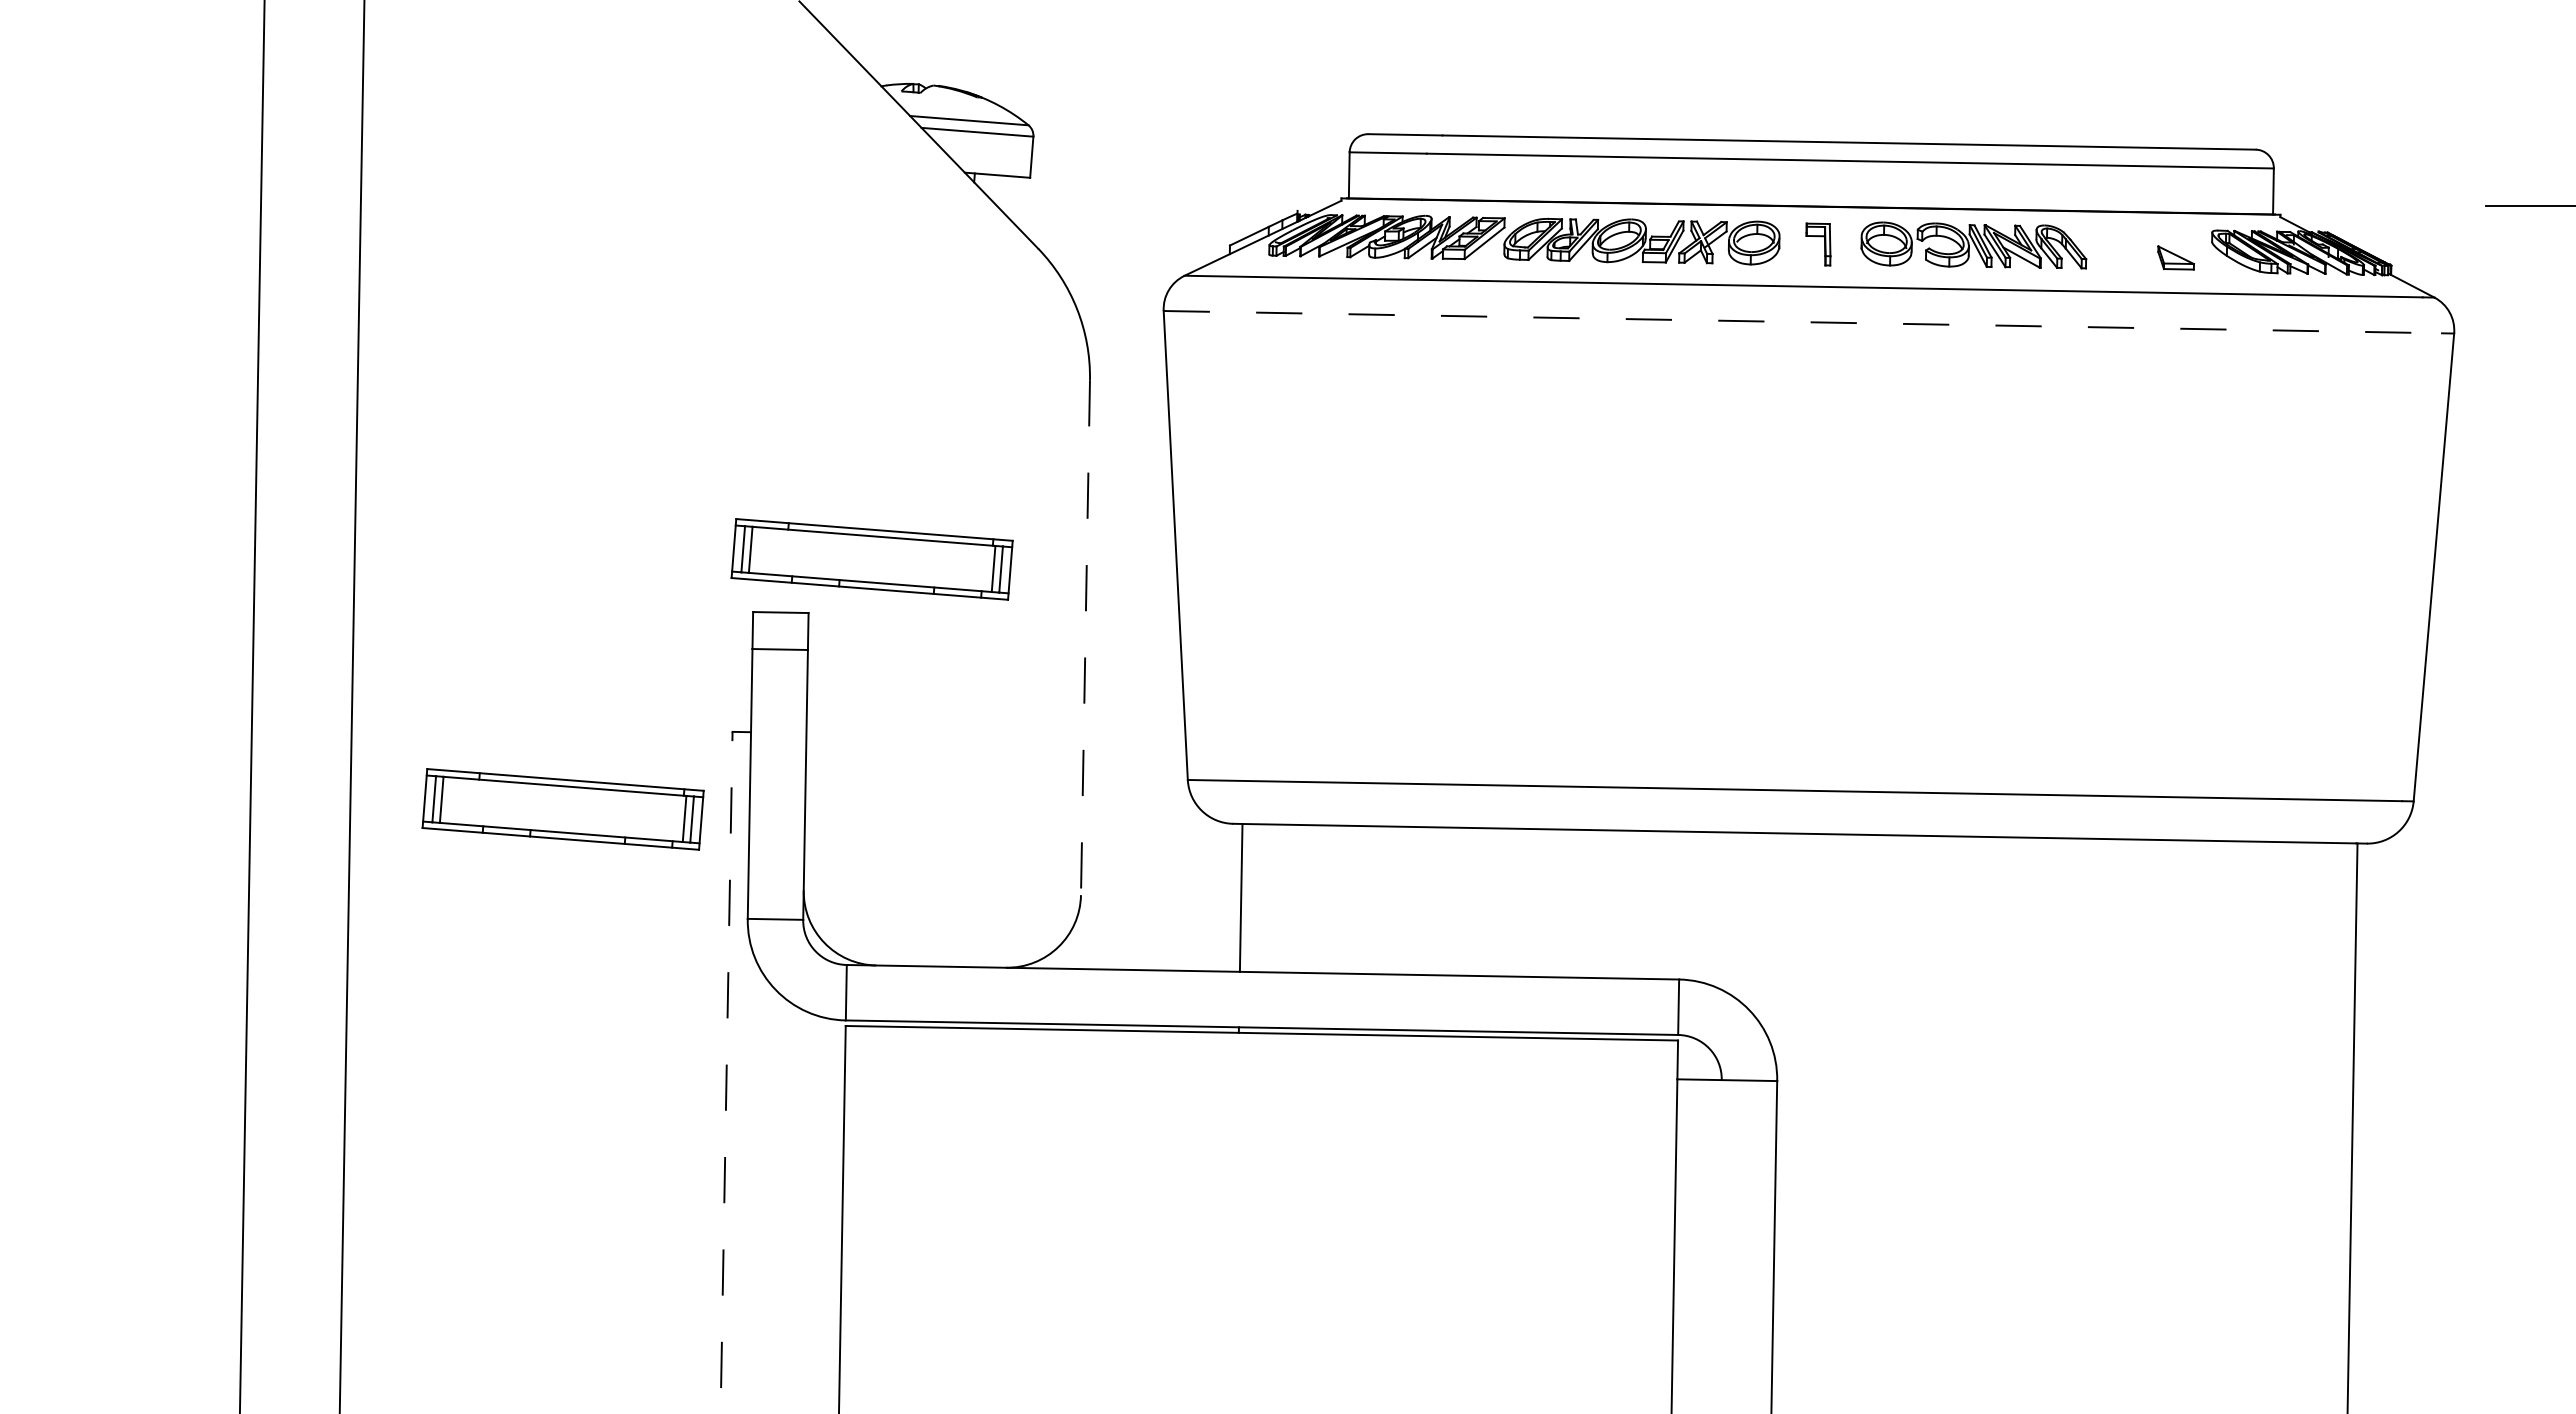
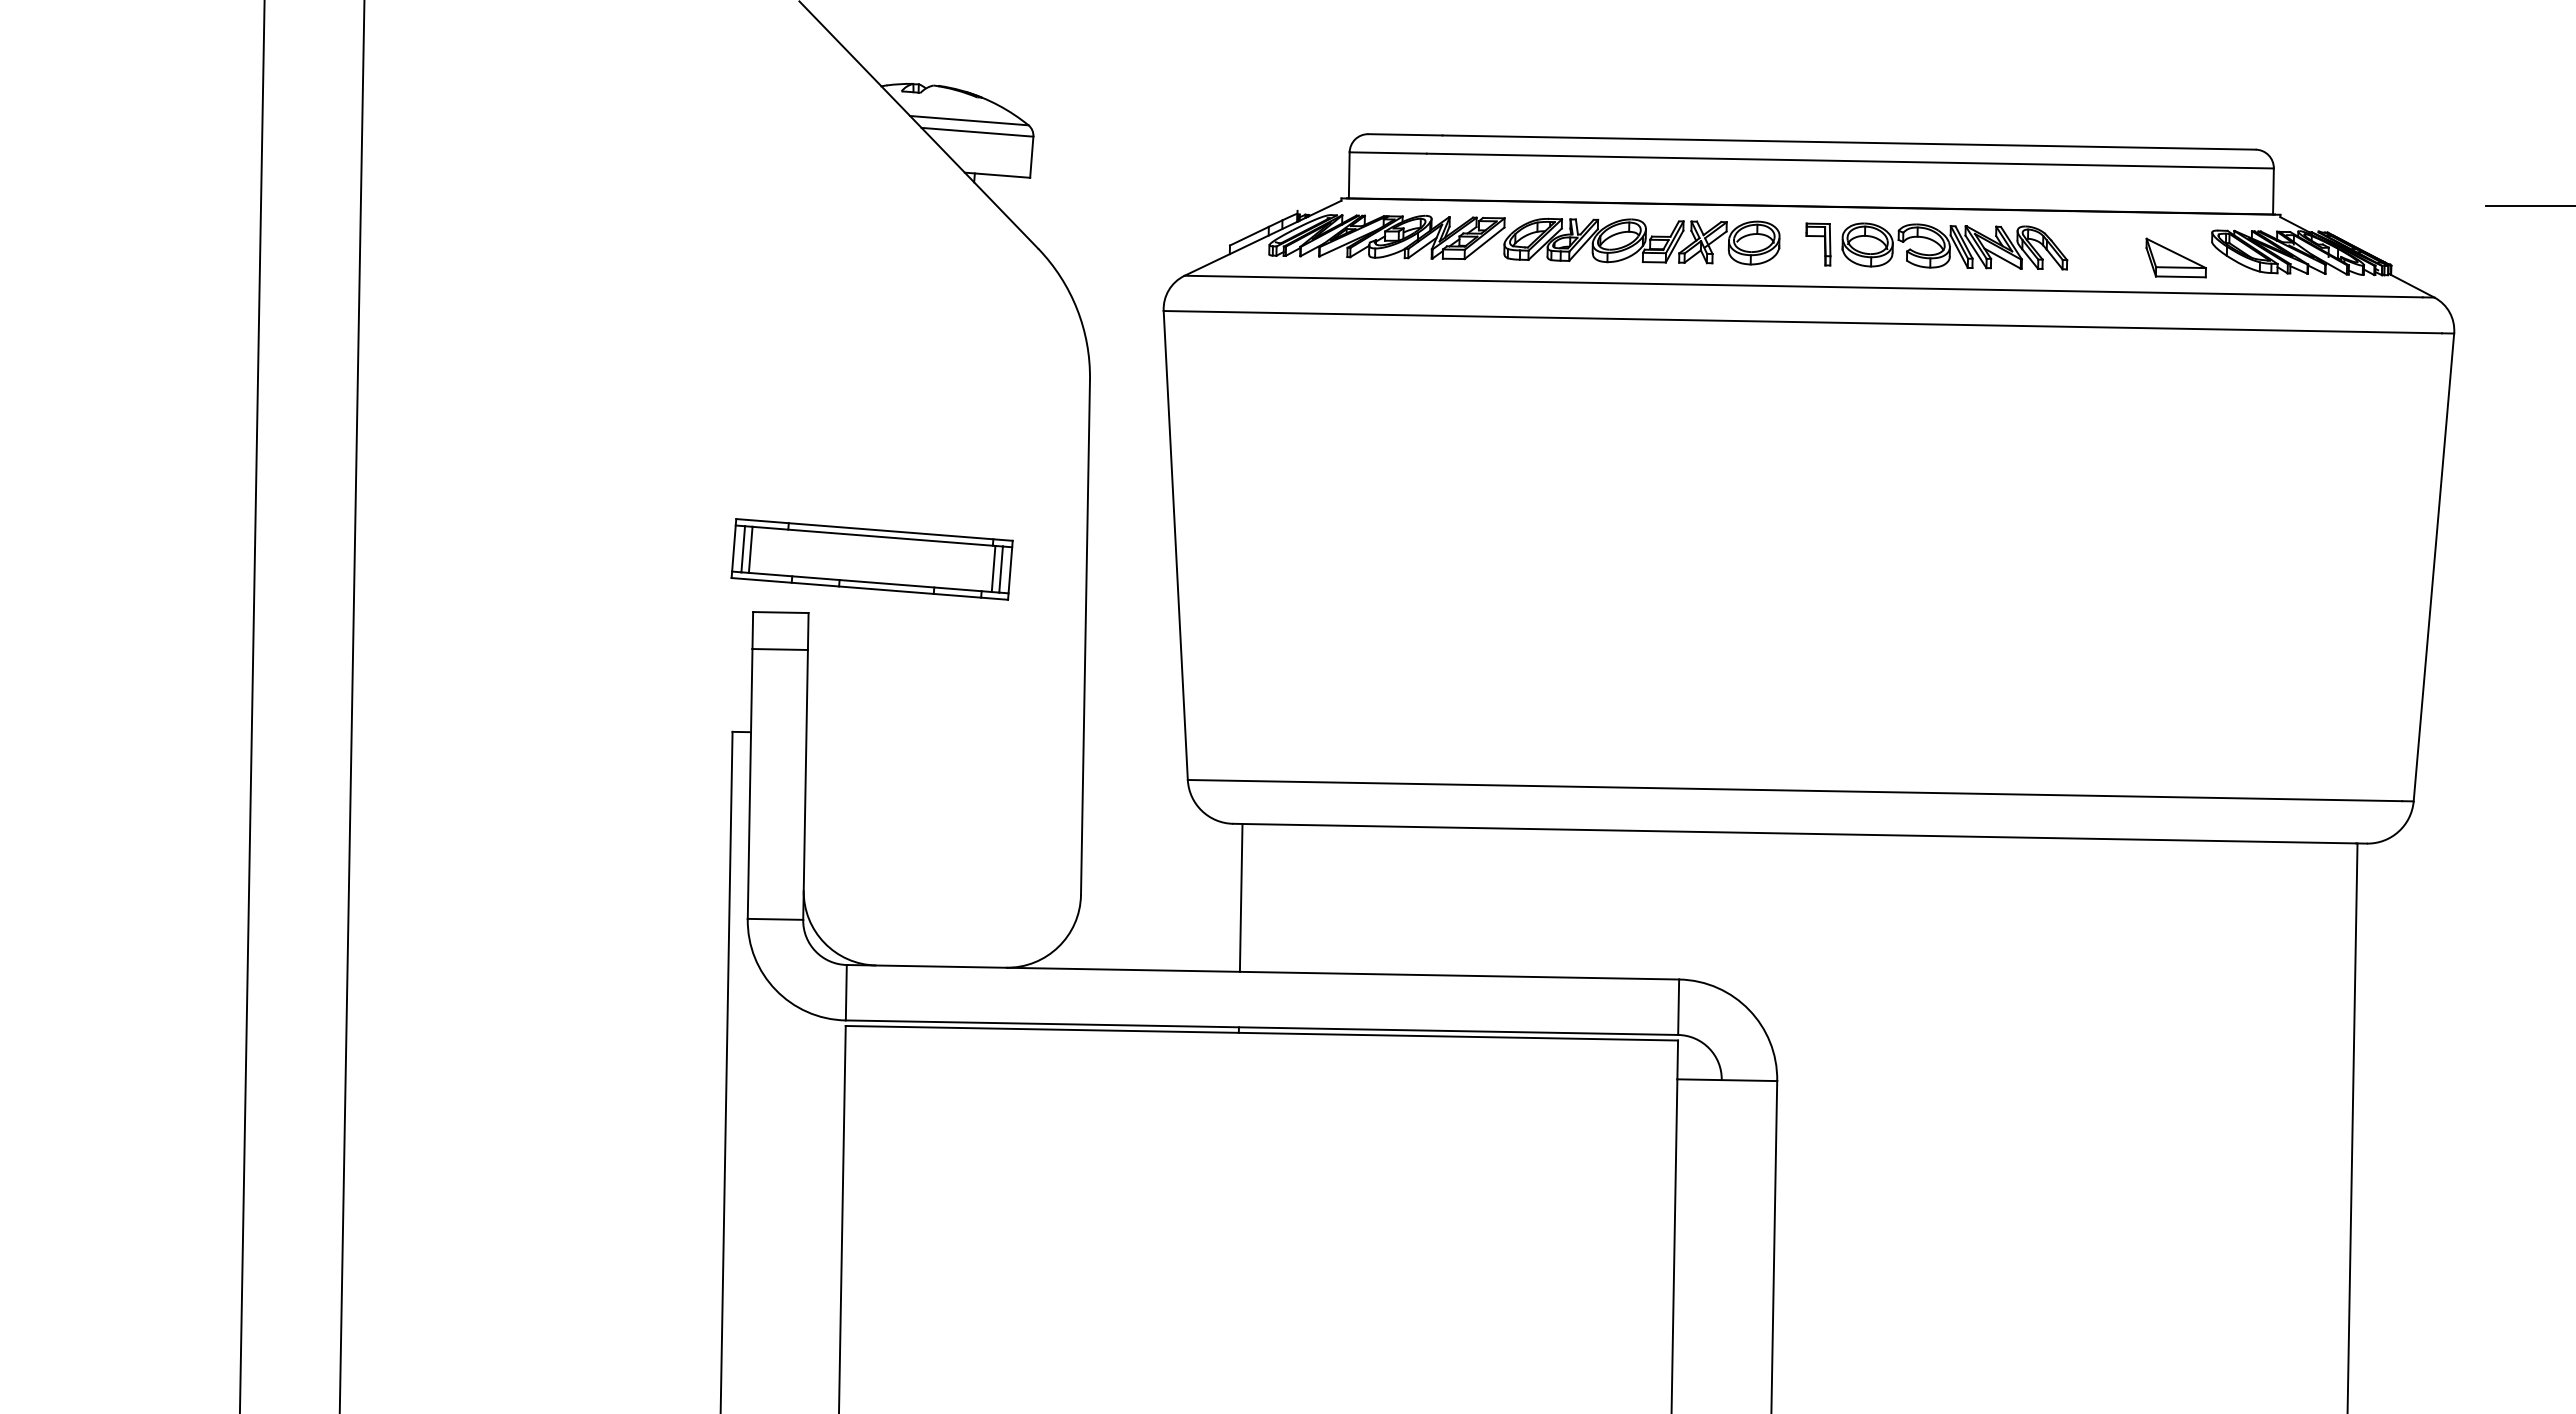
part at (1973, 245) position: (1973, 245) -> (1954, 246)
part at (2175, 257) size: 38x26 px -> 62x42 px
line at (1803, 322): dashed -> solid
line at (1085, 638): dashed -> solid
part at (562, 809): present -> none
line at (726, 1072): dashed -> solid
